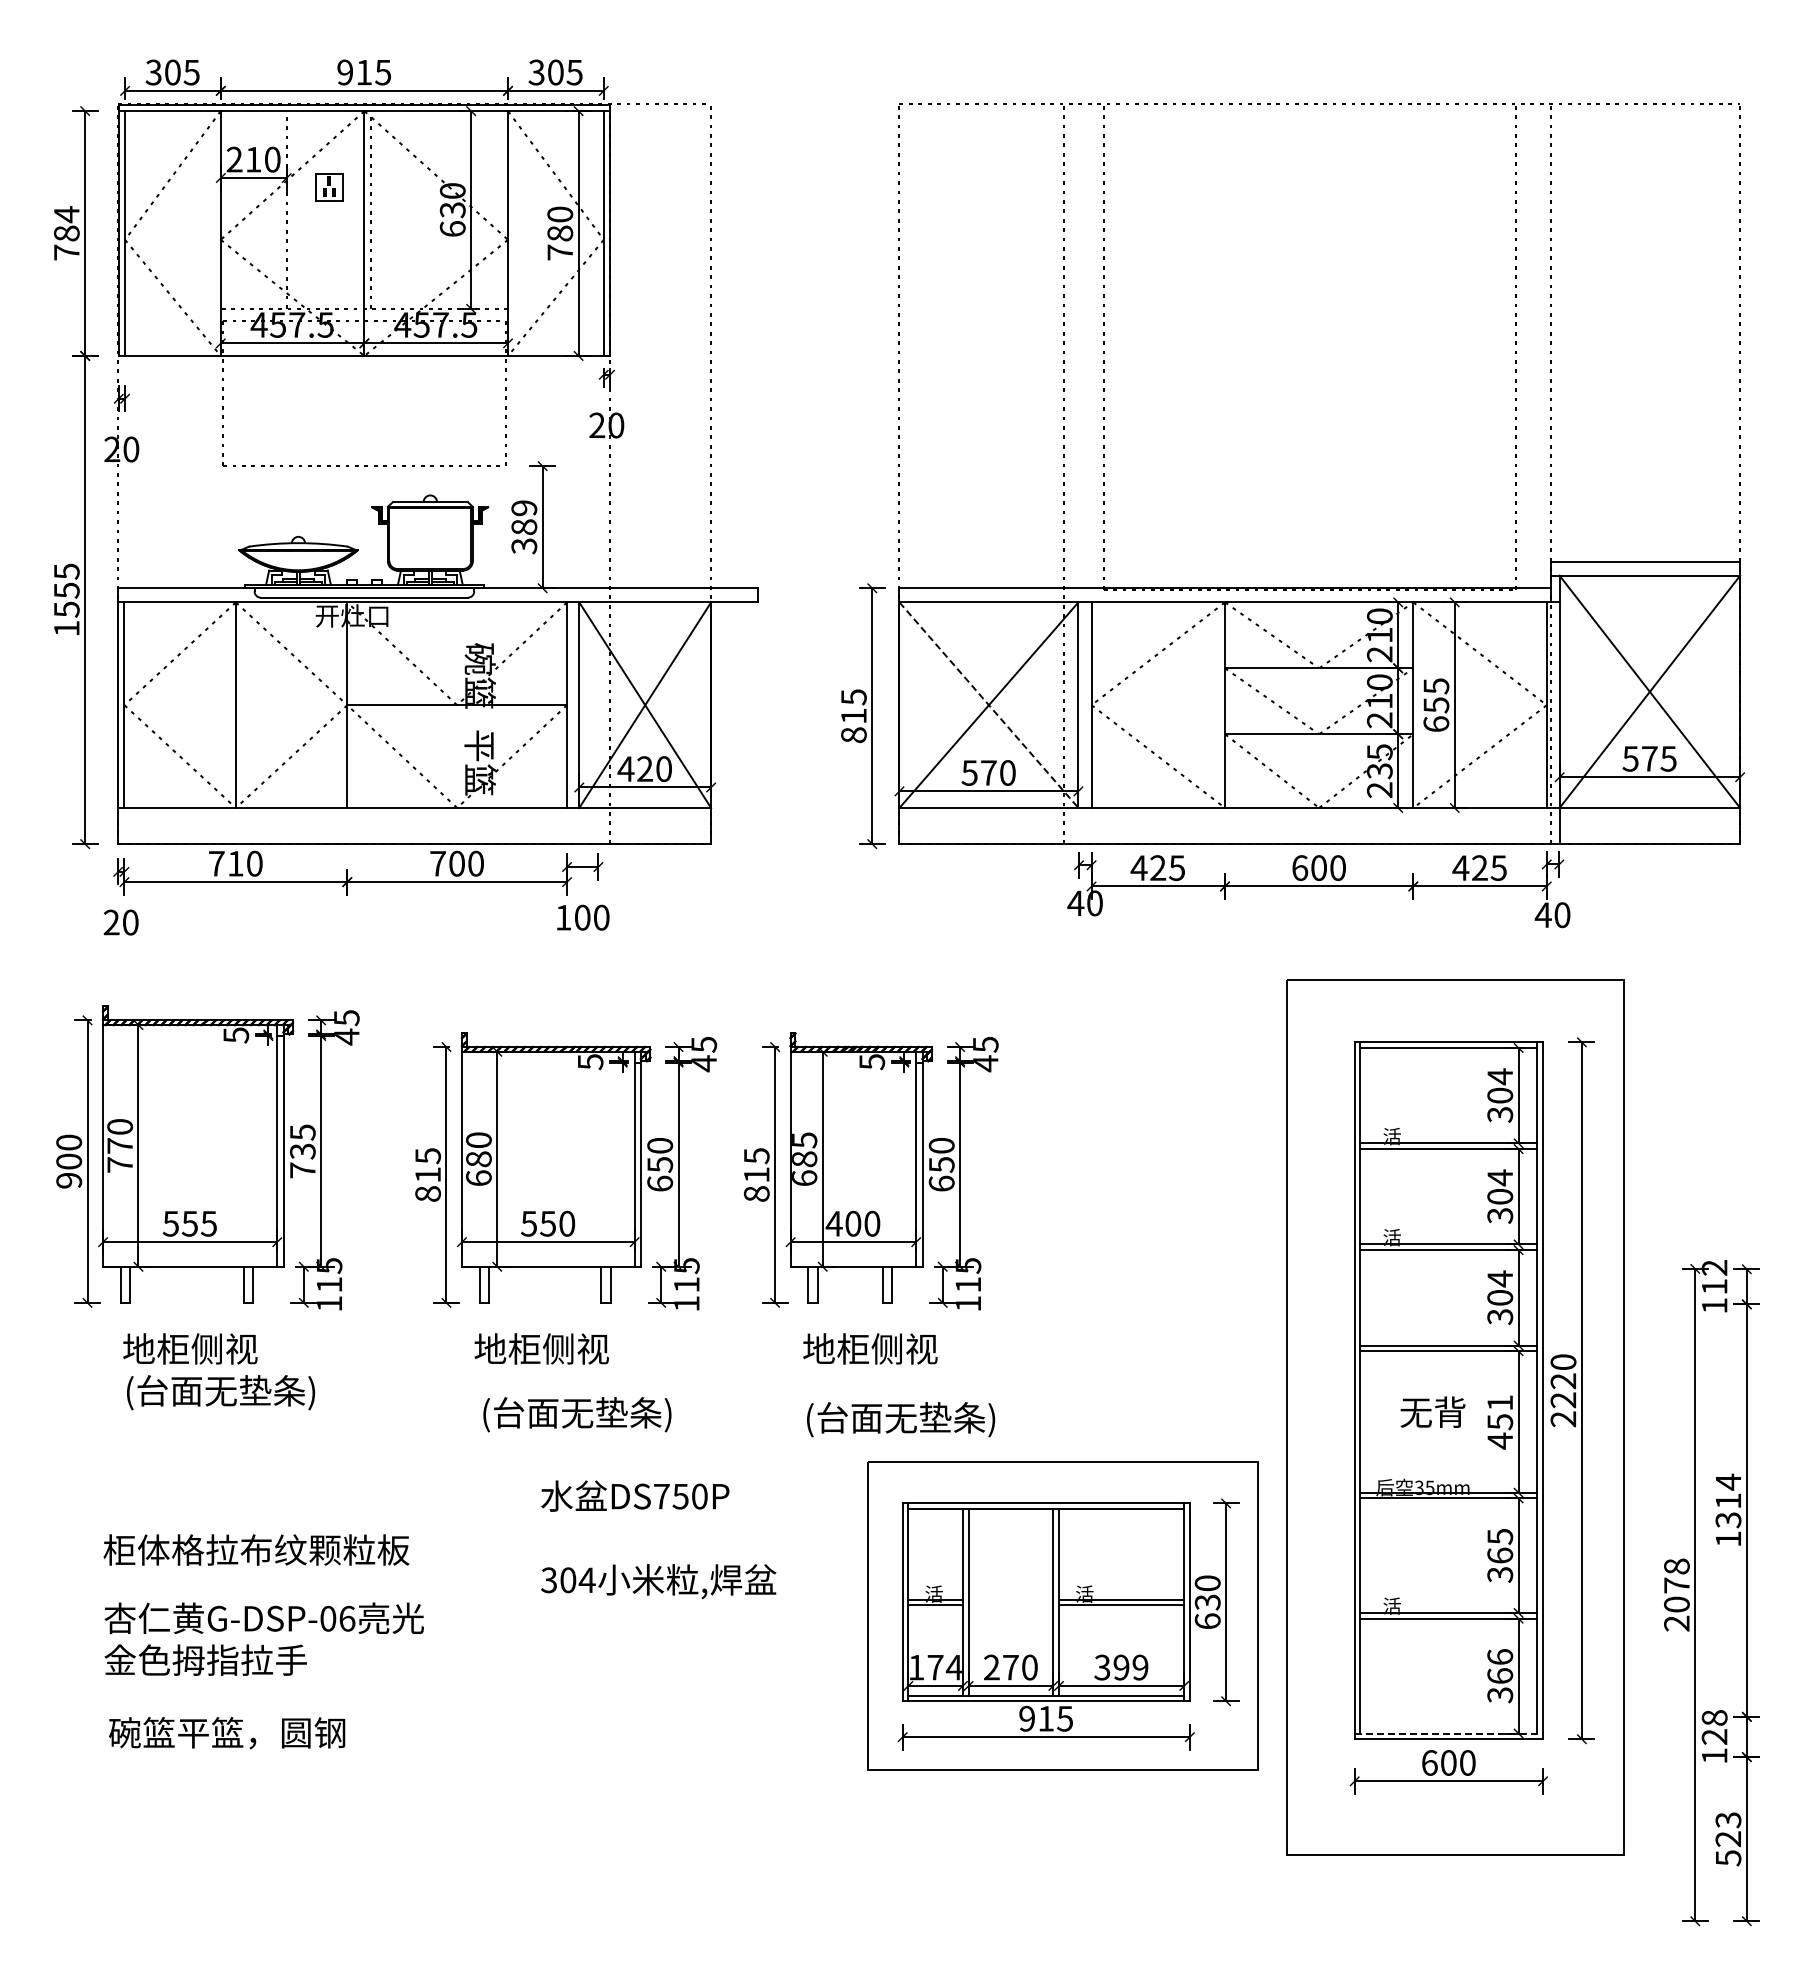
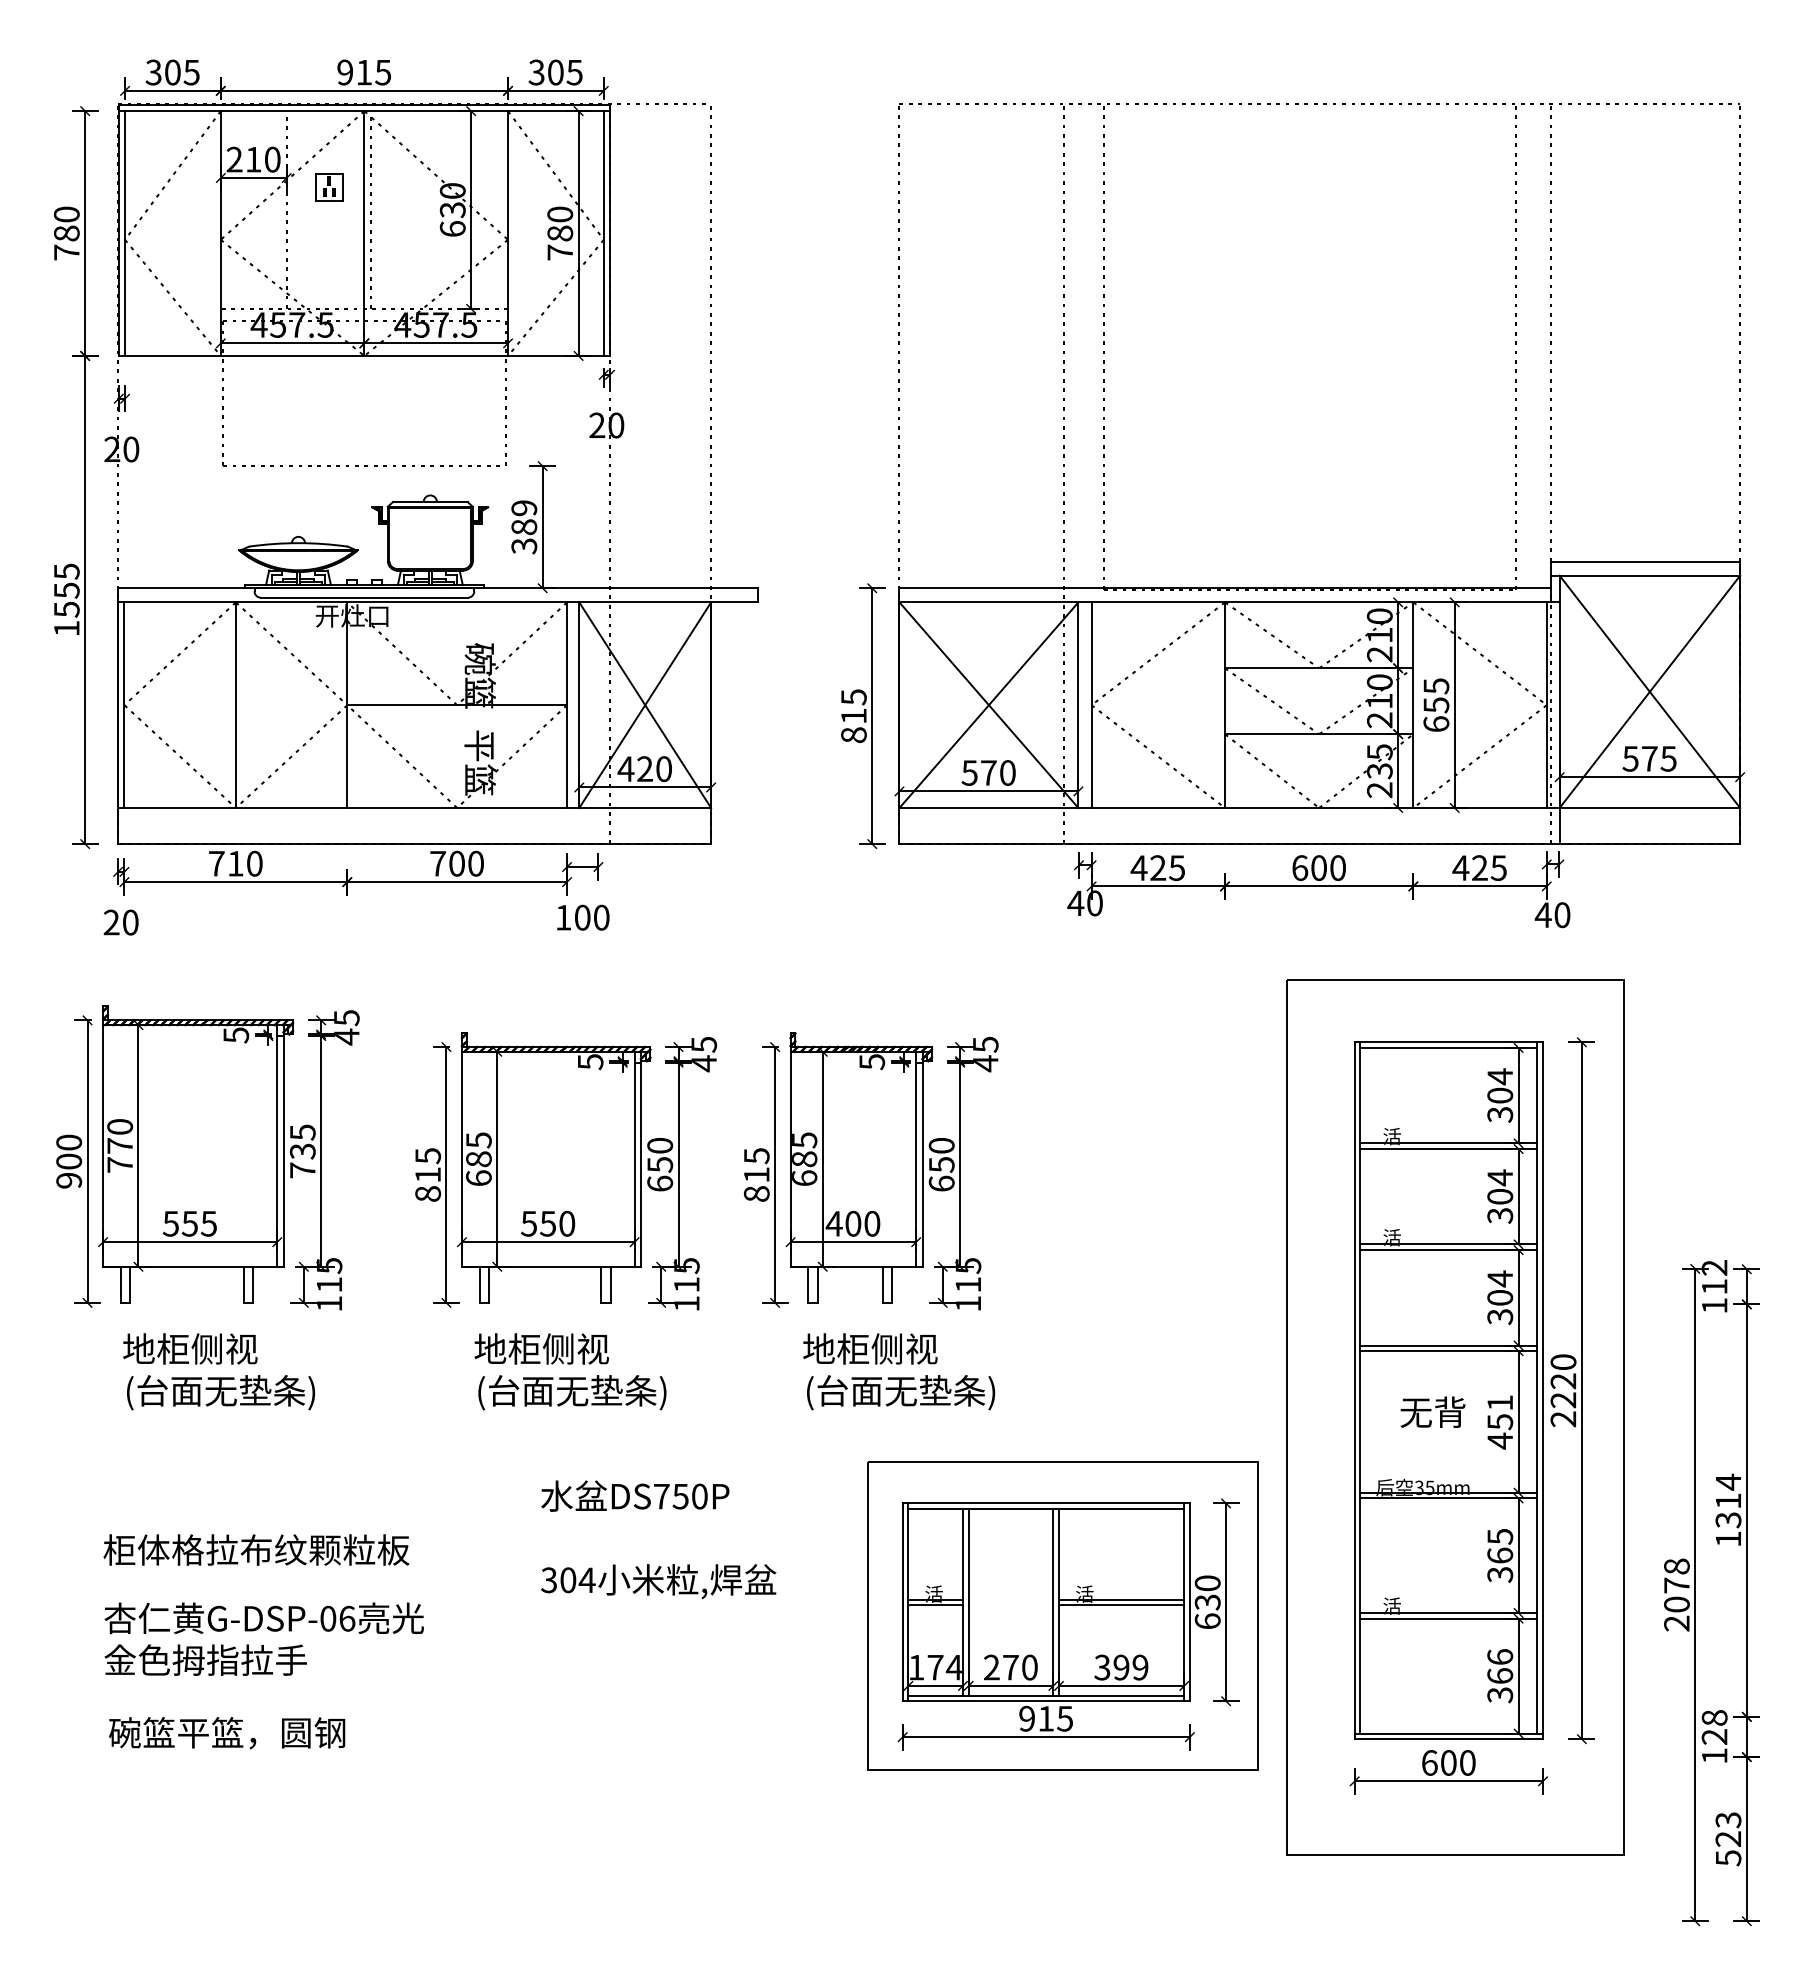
text at (66, 214): 784 -> 780
line at (989, 705): dashed -> solid
text at (478, 1140): 680 -> 685
text at (577, 1414) position: (577, 1414) -> (572, 1392)
text at (901, 1419) position: (901, 1419) -> (901, 1392)
line at (1449, 1733): dashed -> solid
